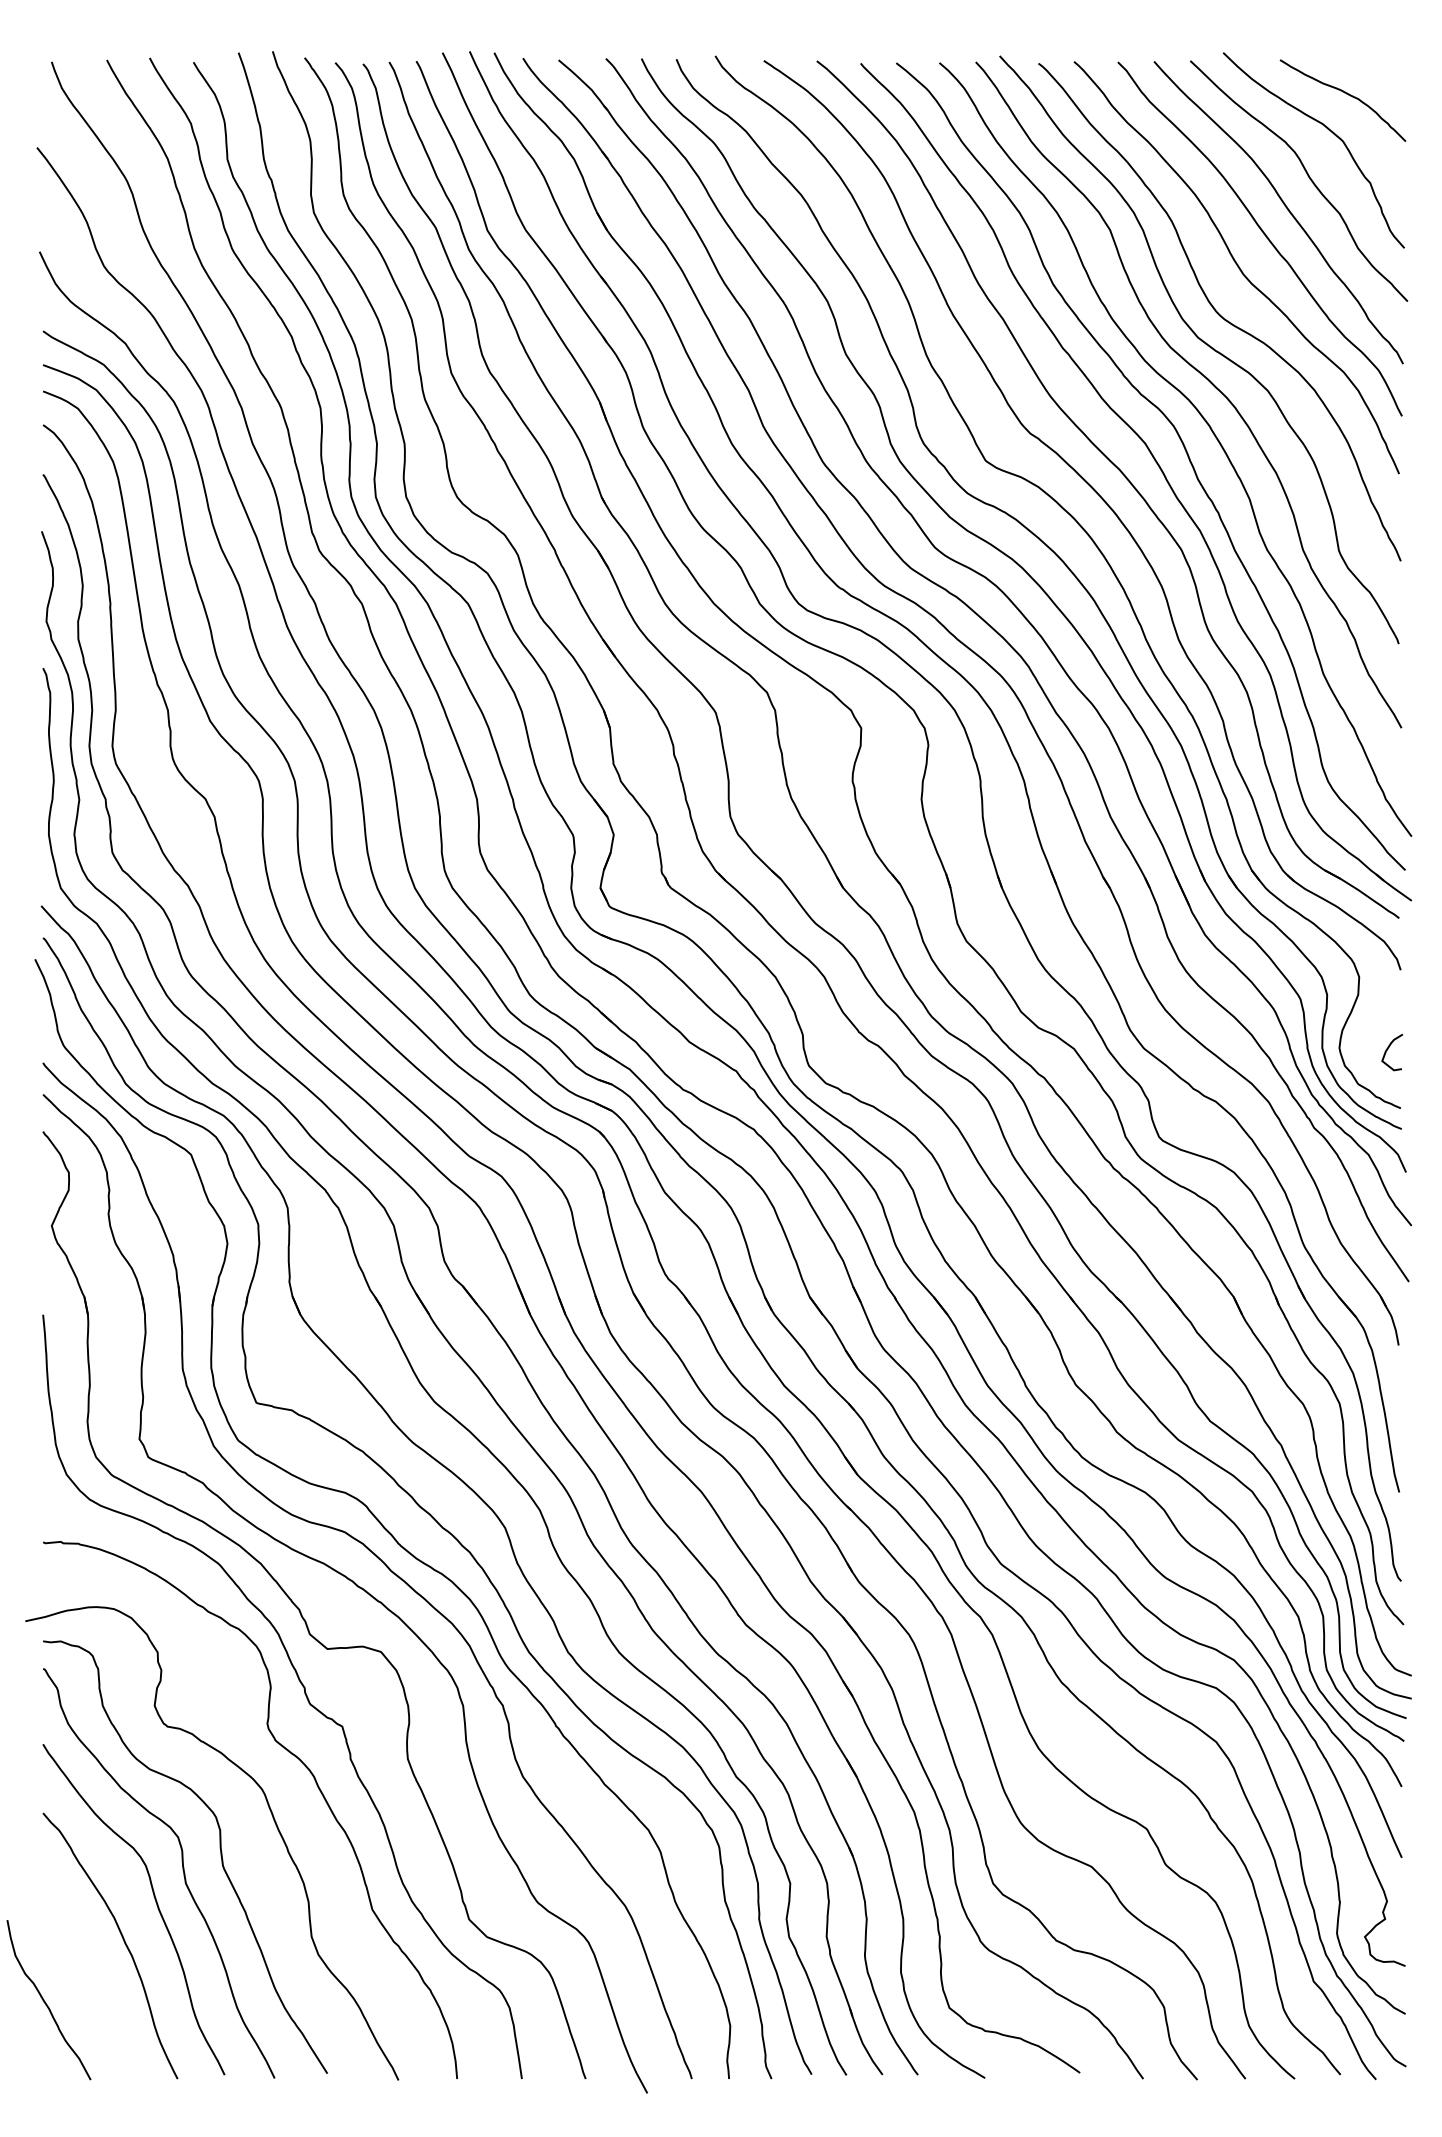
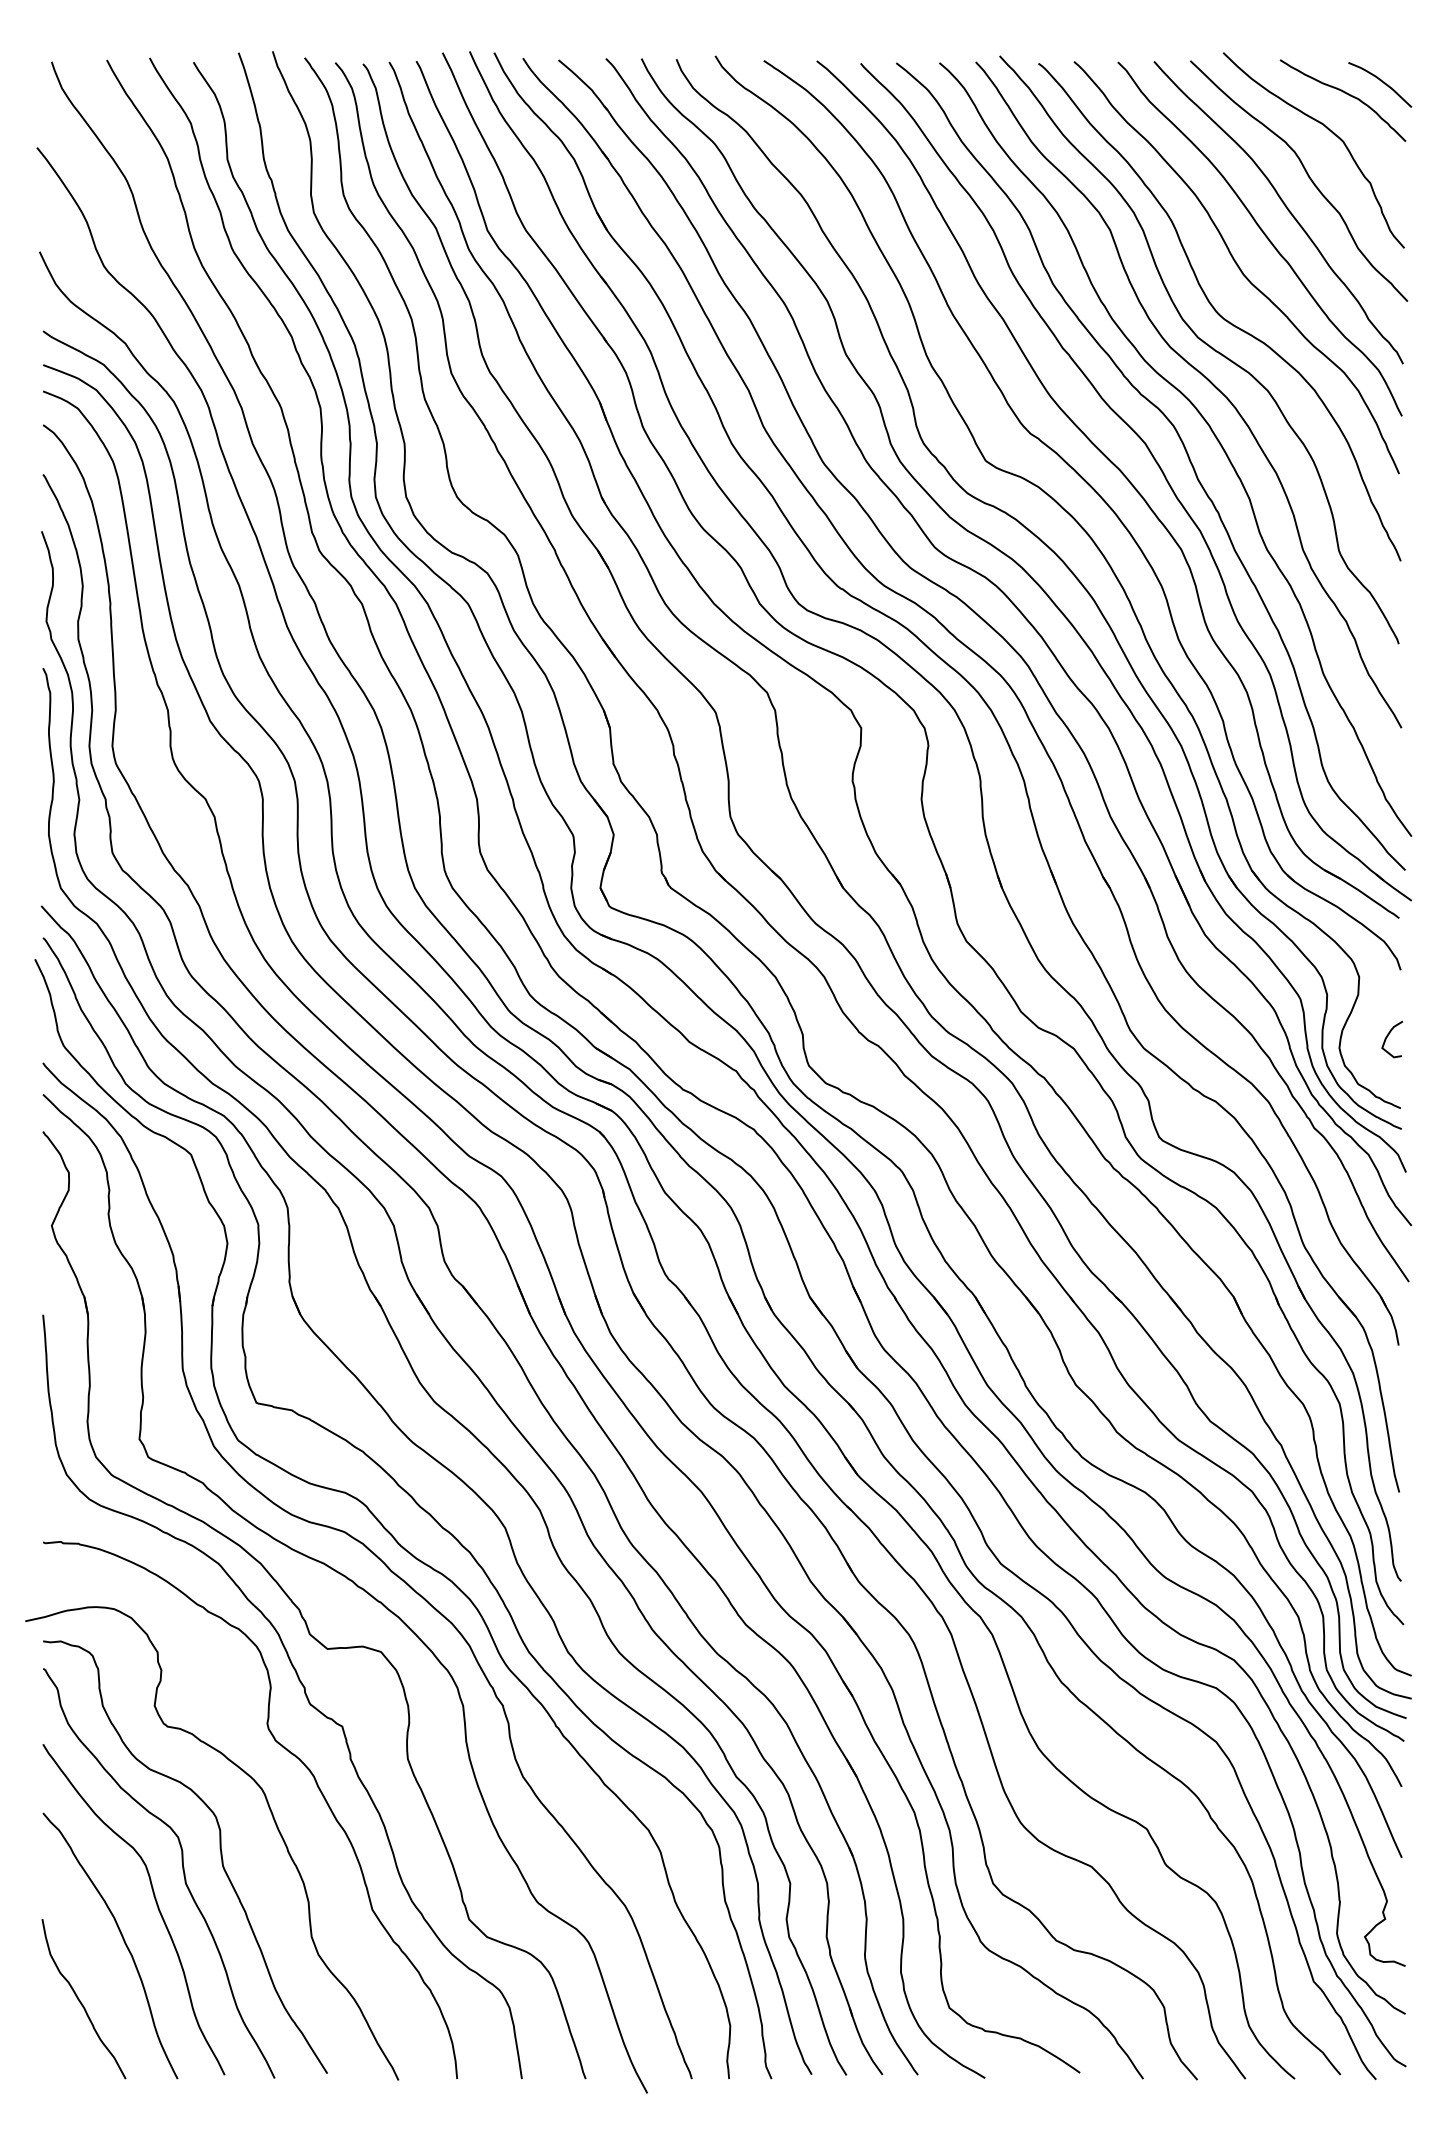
curve at (1382, 82): none -> present
curve at (1388, 1049) position: (1388, 1049) -> (1388, 1036)
curve at (46, 2002) position: (46, 2002) -> (81, 2001)
